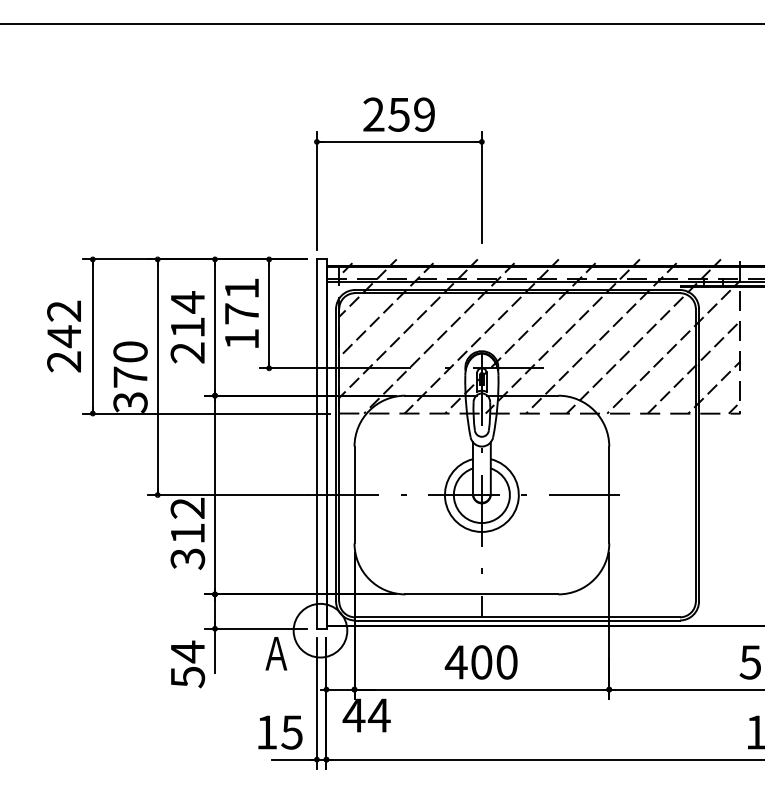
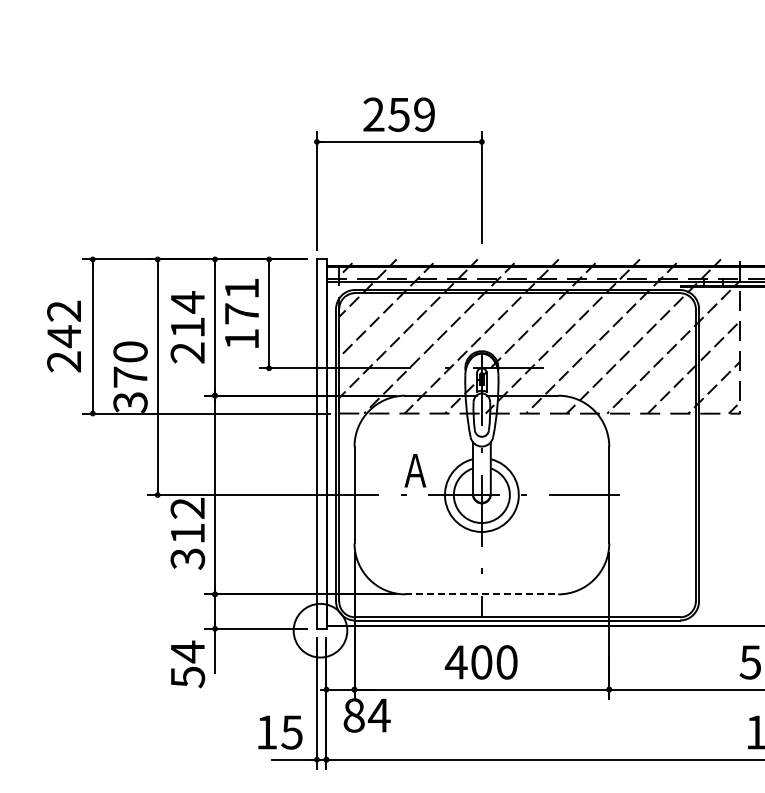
line at (381, 23): present -> none
line at (482, 594): solid -> dashed
text at (276, 653) position: (276, 653) -> (415, 470)
text at (353, 715): 44 -> 84
